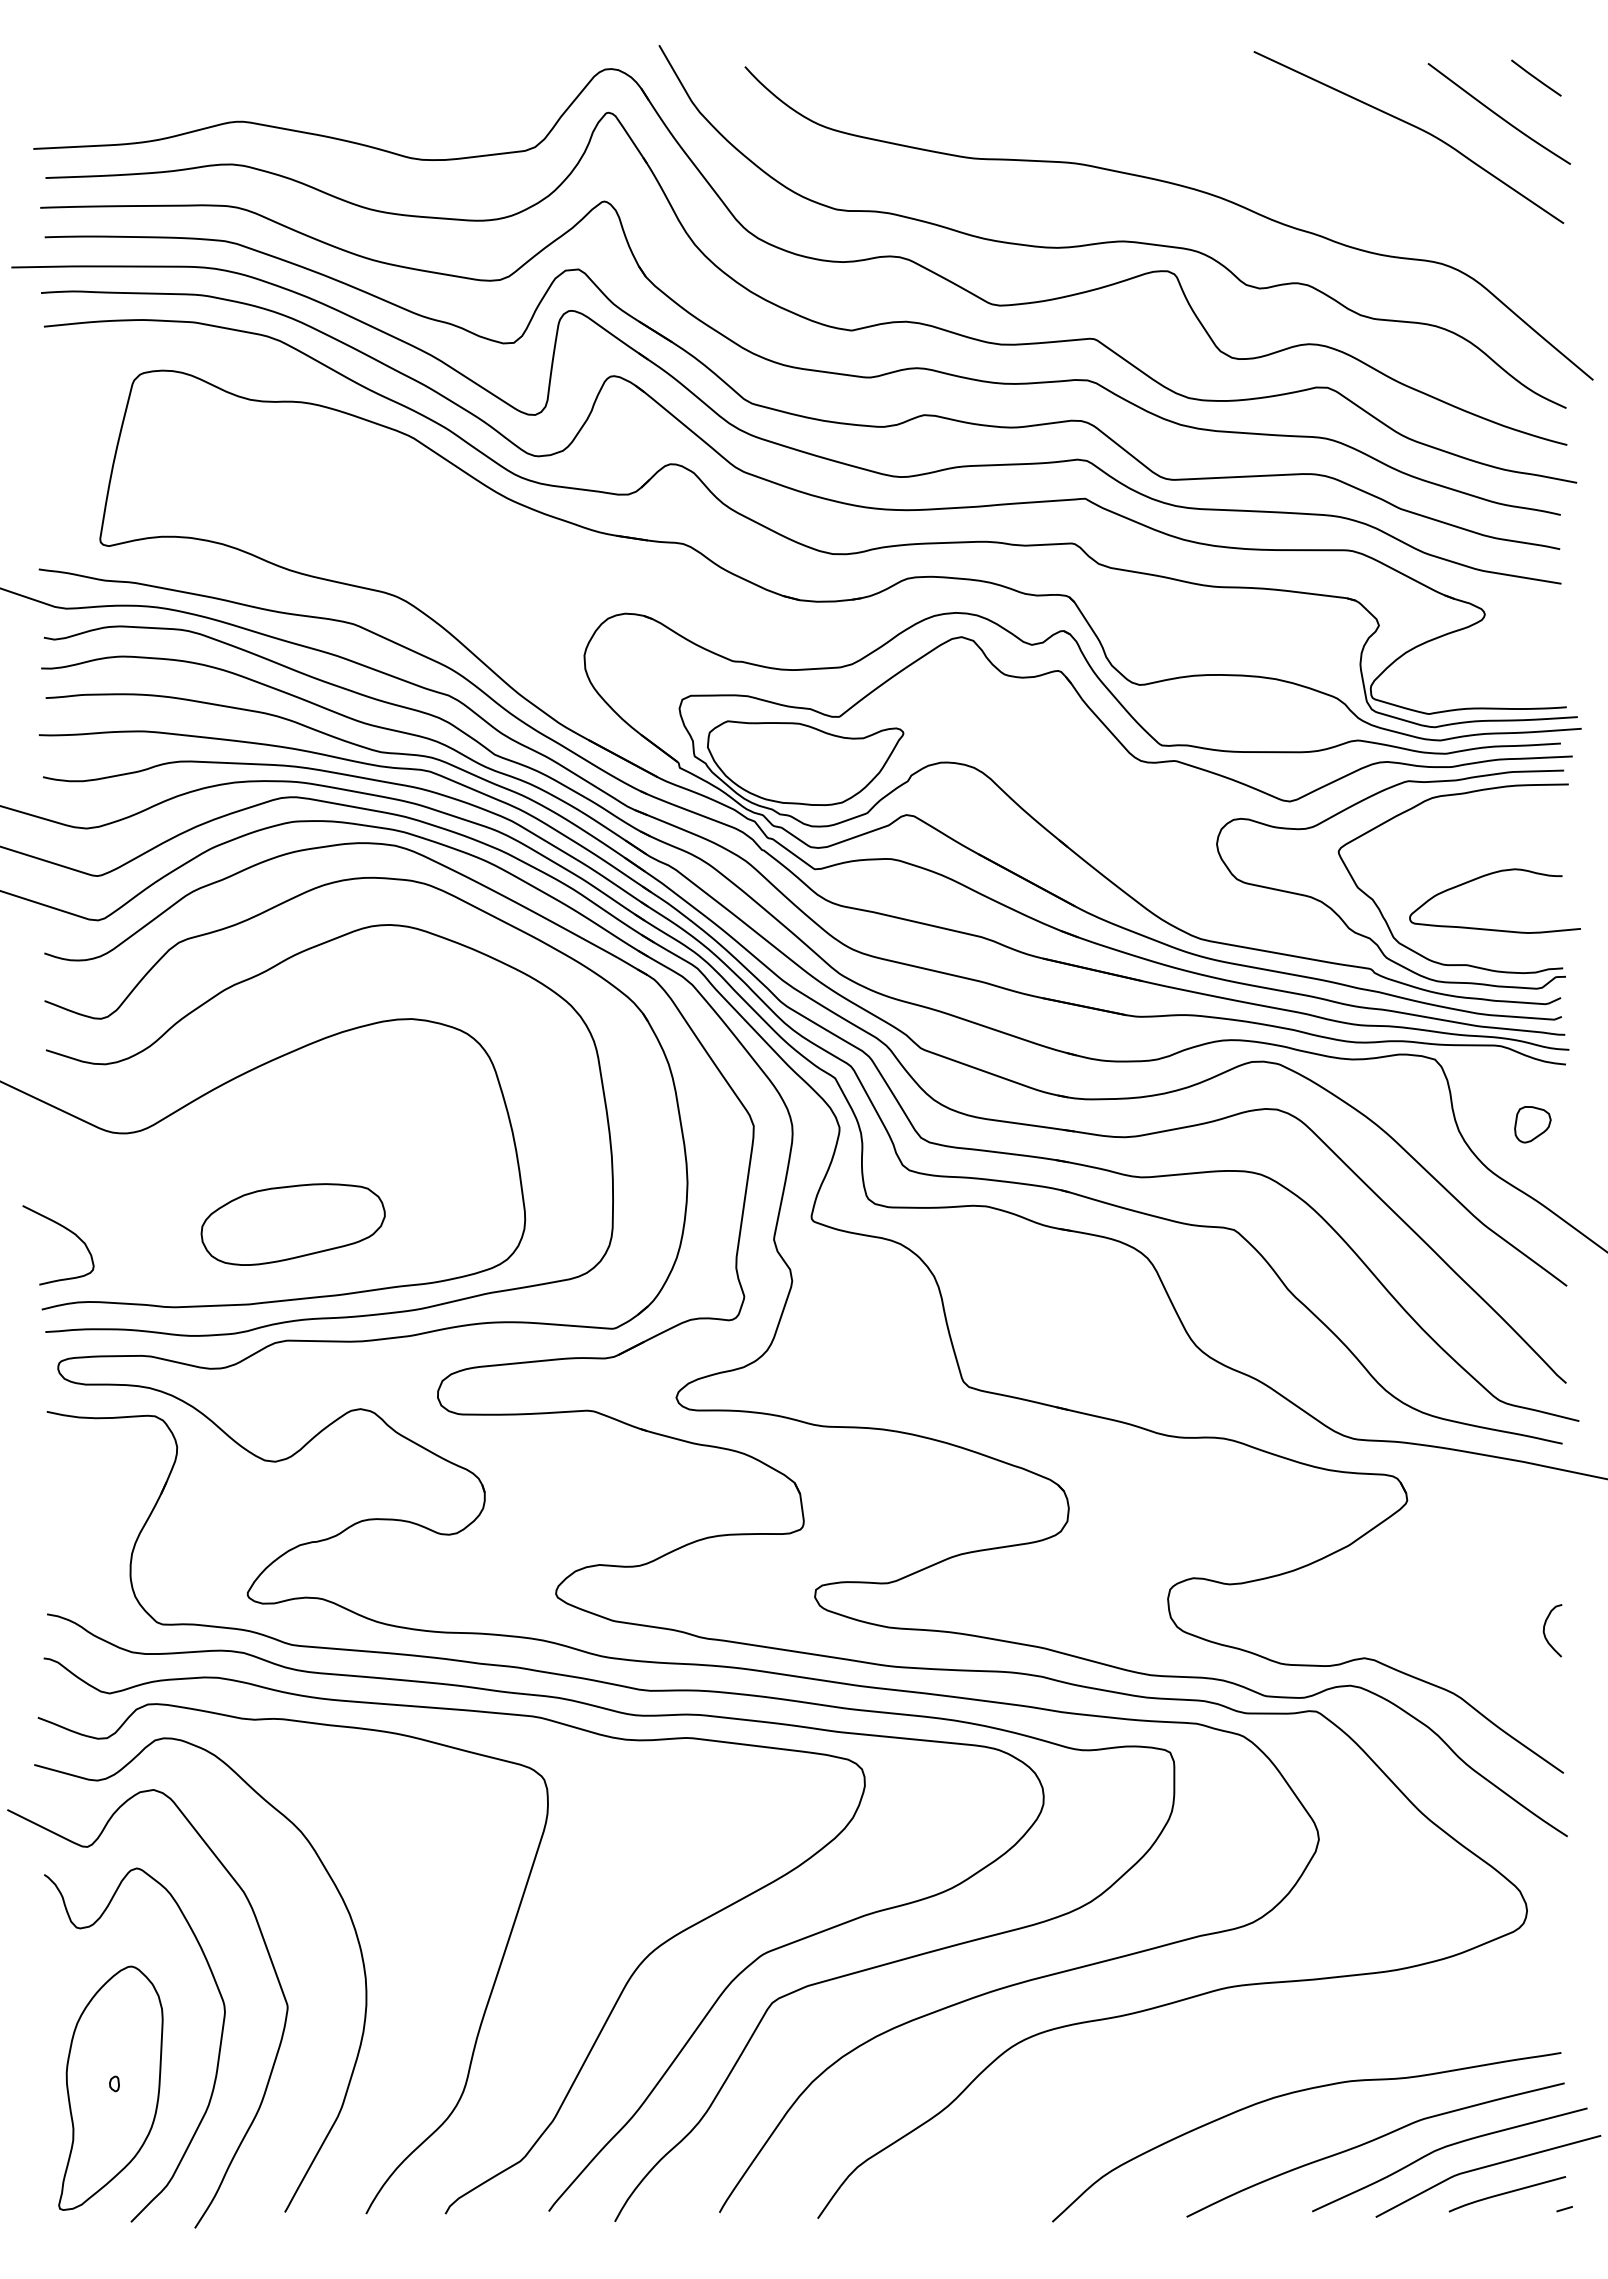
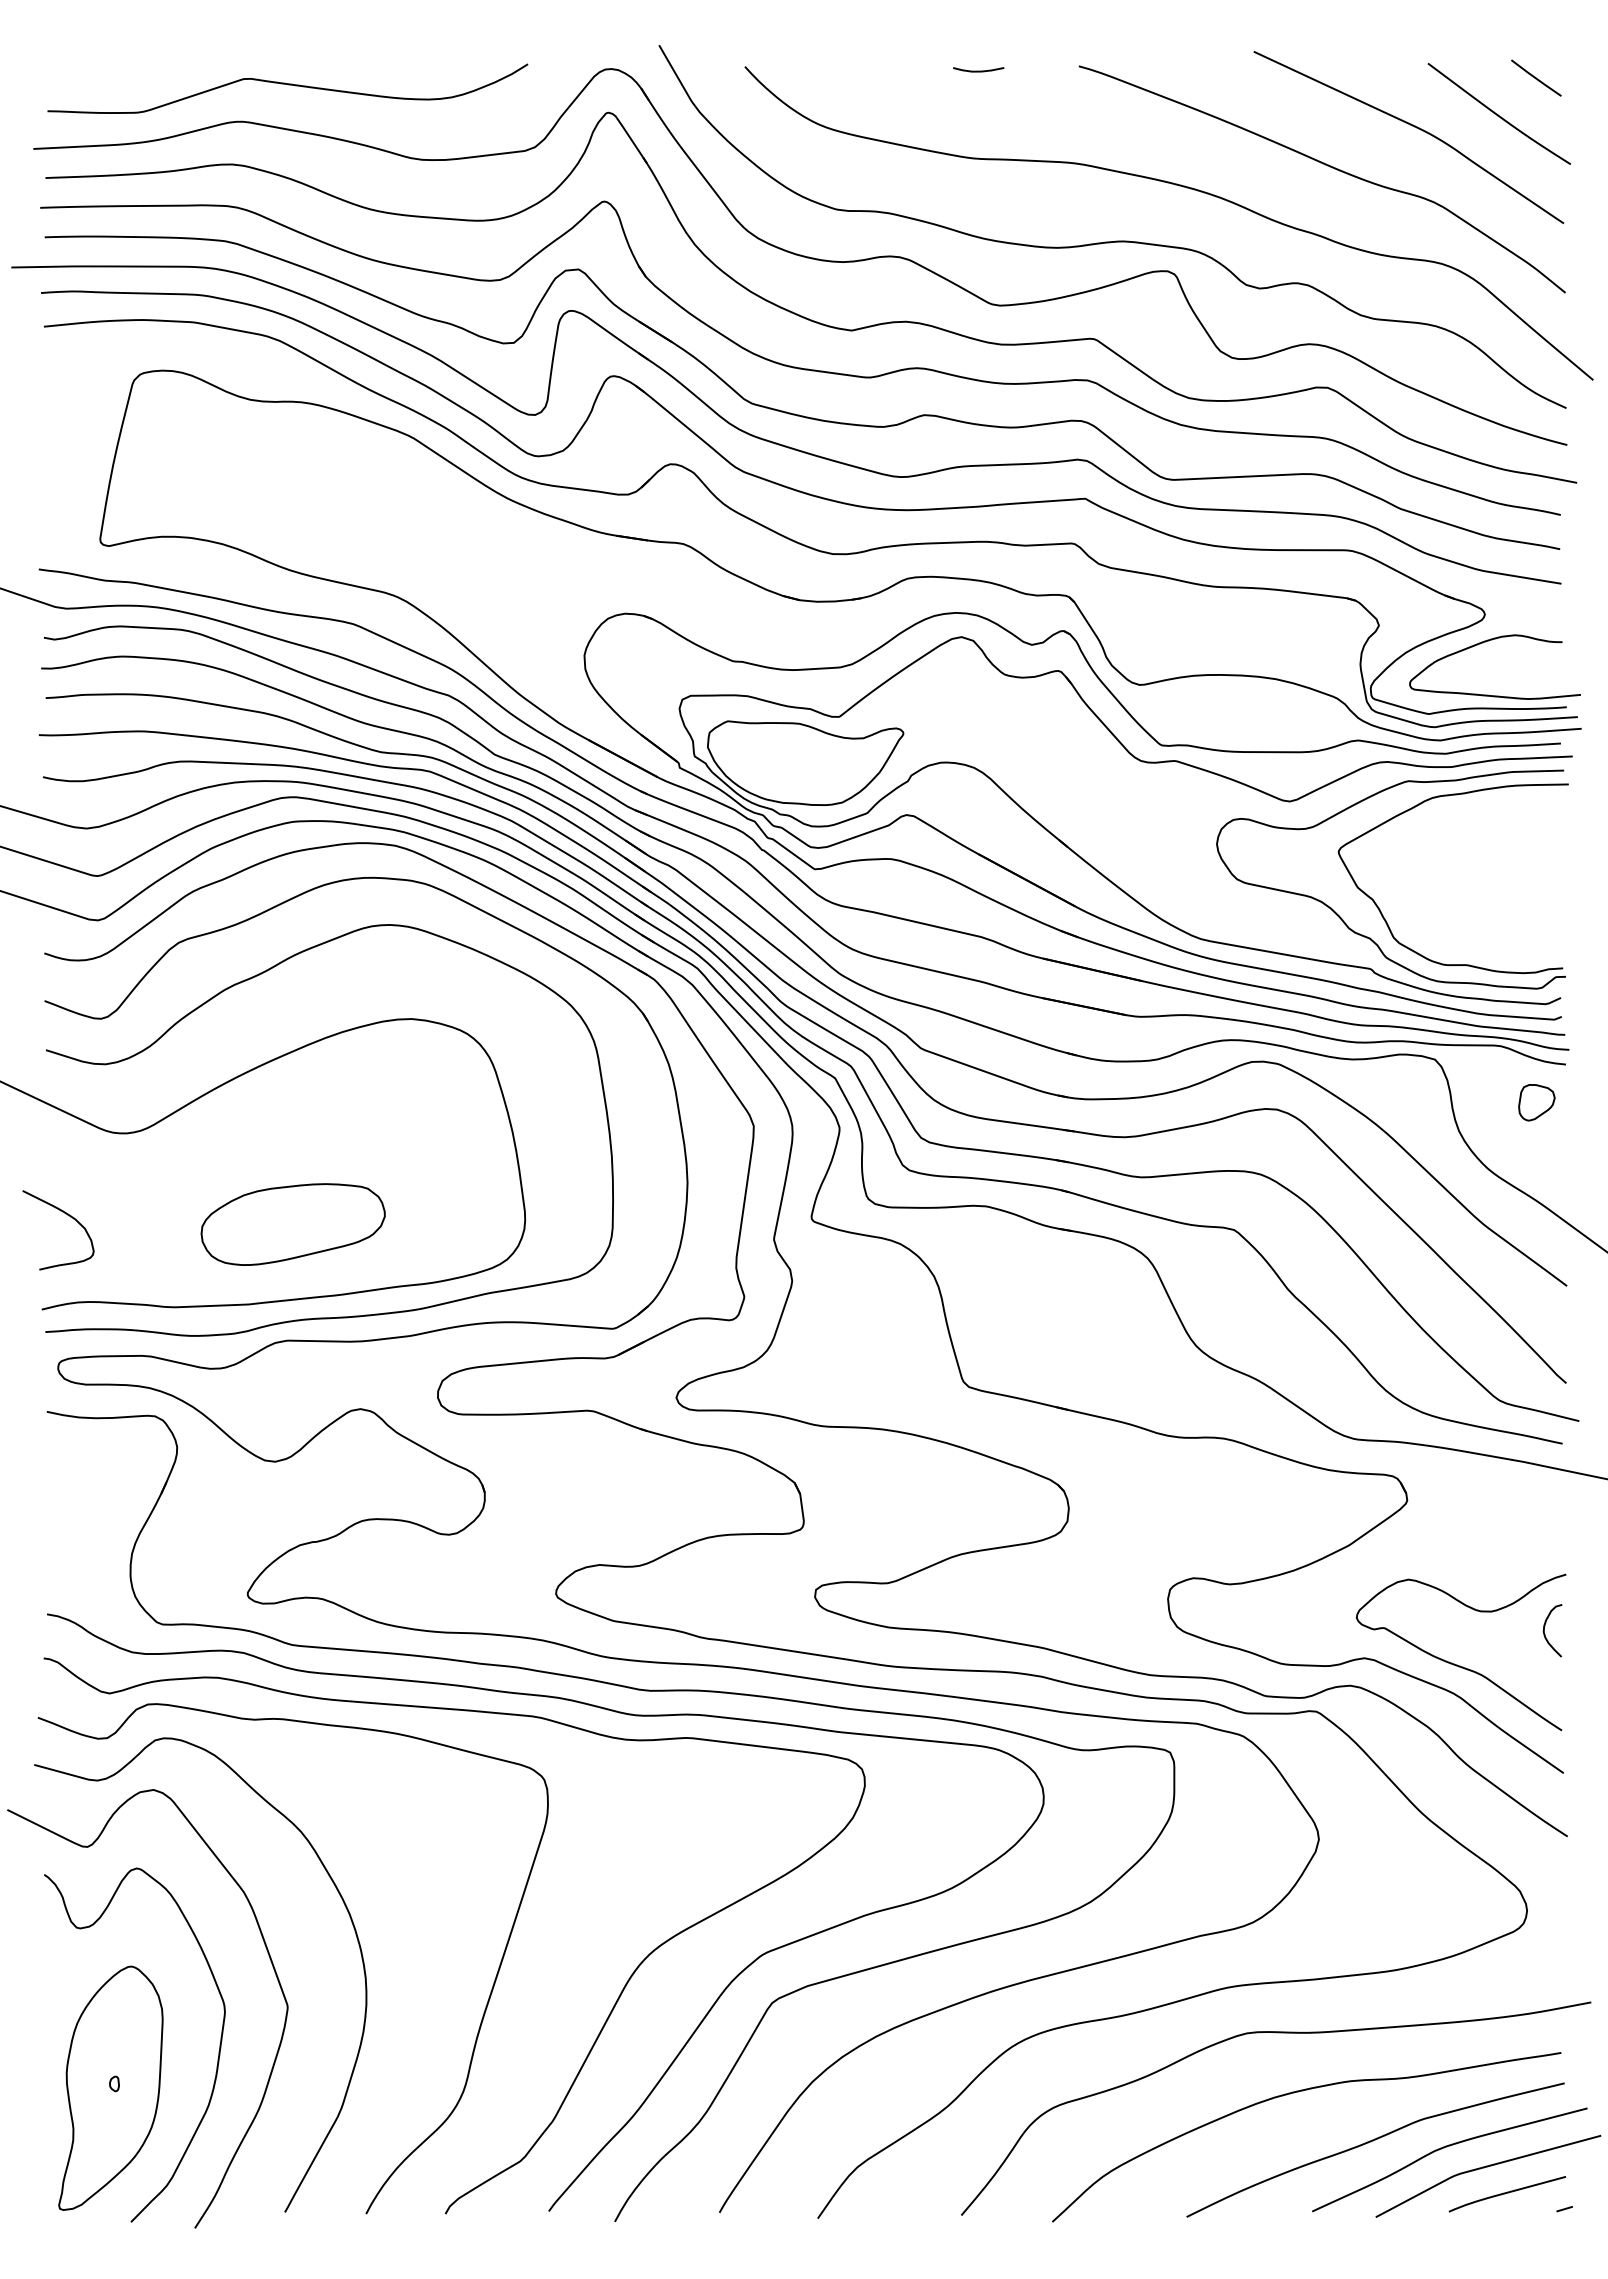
curve at (978, 70): none -> present
curve at (288, 85): none -> present
curve at (1327, 166): none -> present
curve at (1489, 875) position: (1489, 875) -> (1489, 641)
part at (1532, 1124) position: (1532, 1124) -> (1536, 1102)
curve at (65, 1229) position: (65, 1229) -> (65, 1214)
curve at (1457, 1664): none -> present
curve at (1276, 2033): none -> present
